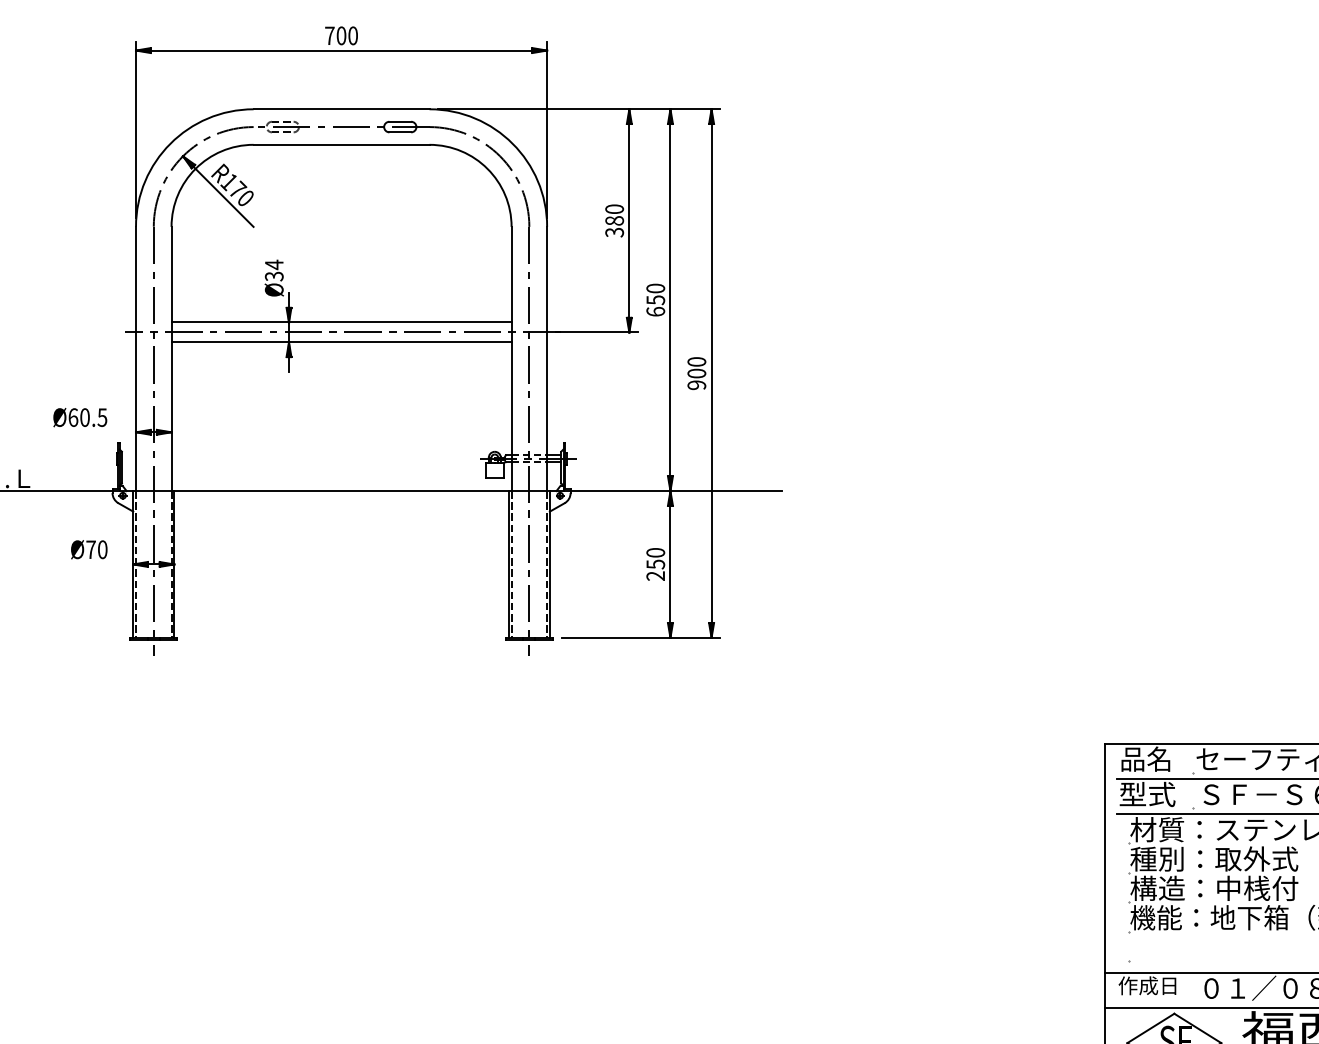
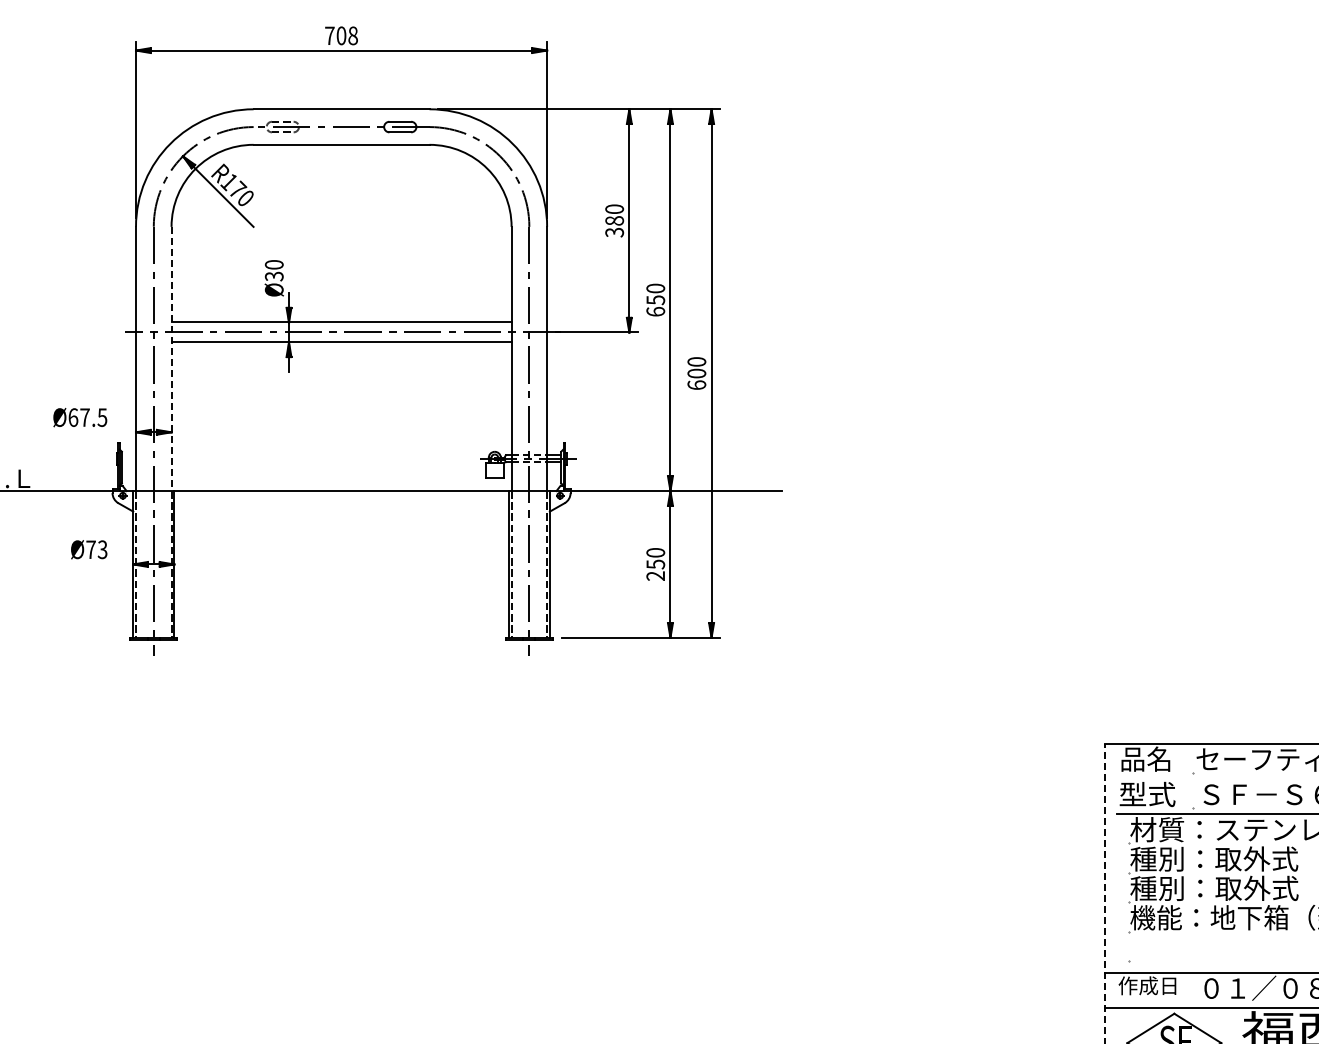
text at (352, 35): 700 -> 708
text at (273, 264): Ø34 -> Ø30
line at (171, 359): solid -> dashed
text at (696, 385): 900 -> 600
text at (84, 417): Ø60.5 -> Ø67.5
text at (102, 549): Ø70 -> Ø73
line at (1215, 778): present -> none
text at (1214, 888): 構造：中桟付 -> 種別：取外式
line at (1105, 893): solid -> dashed
